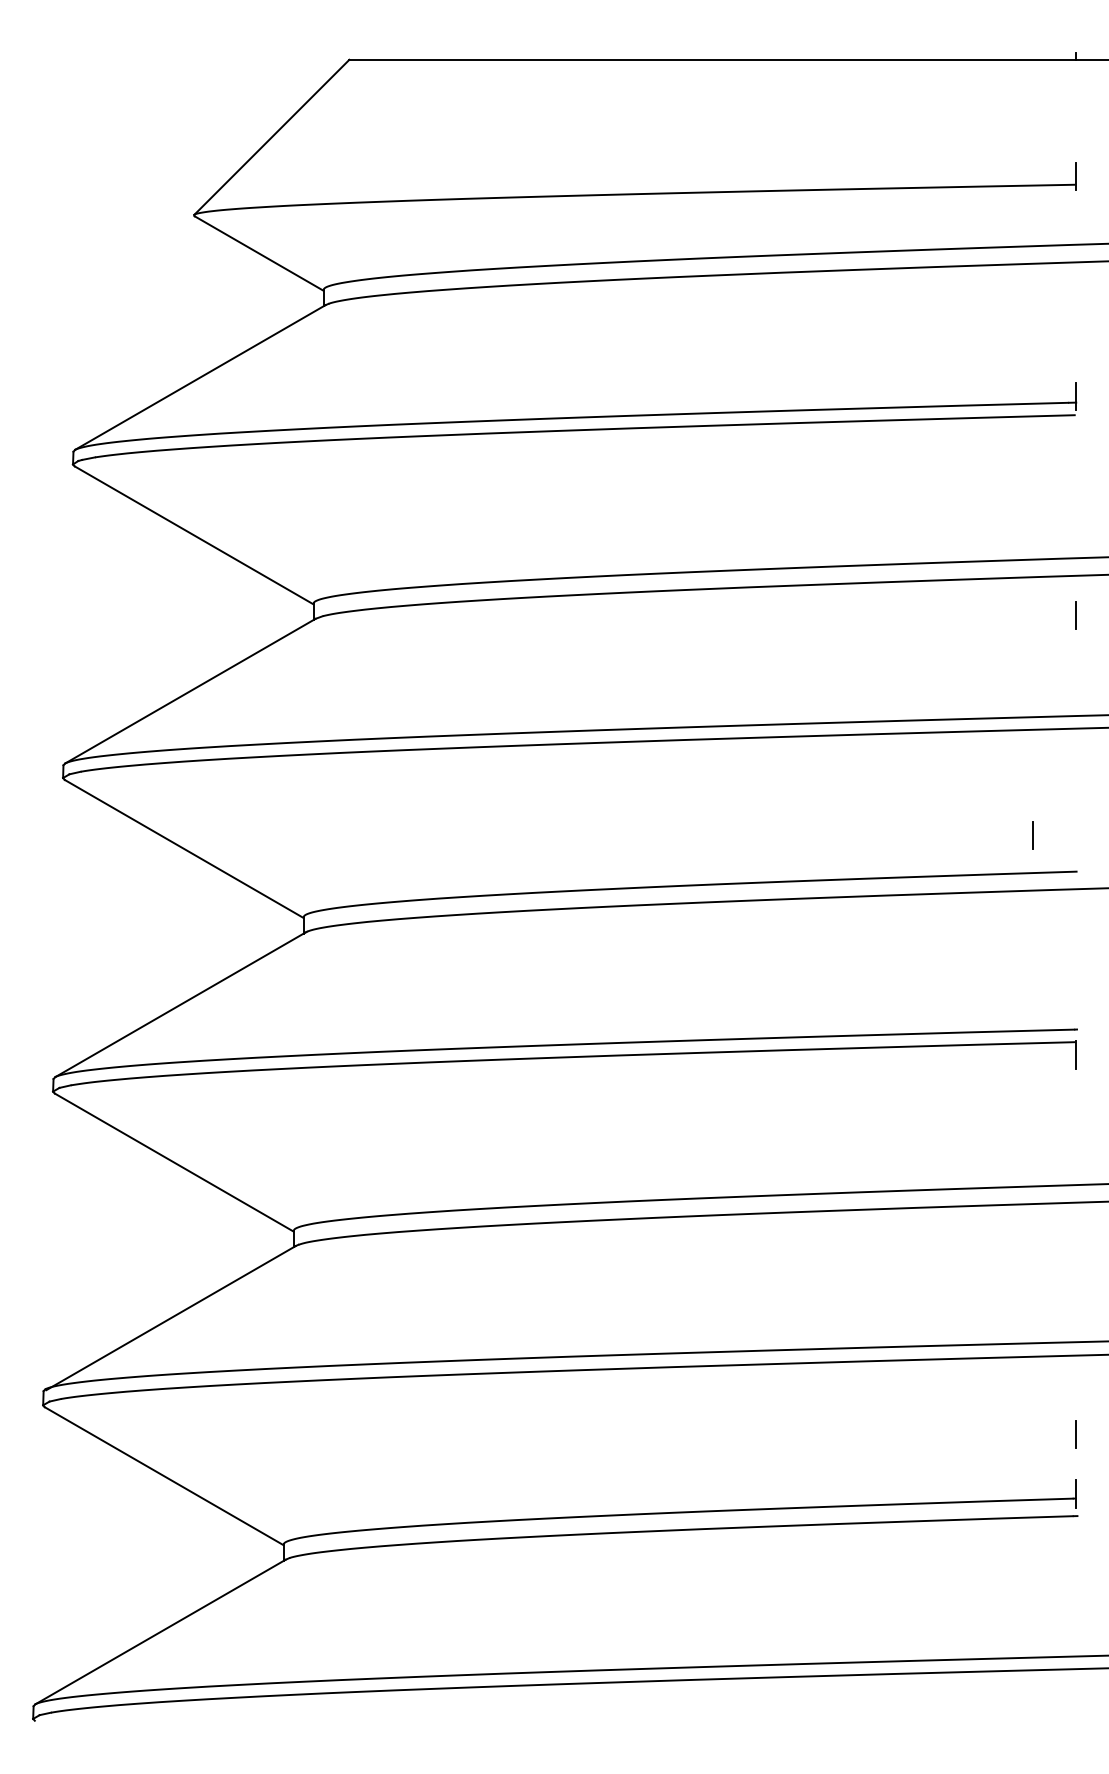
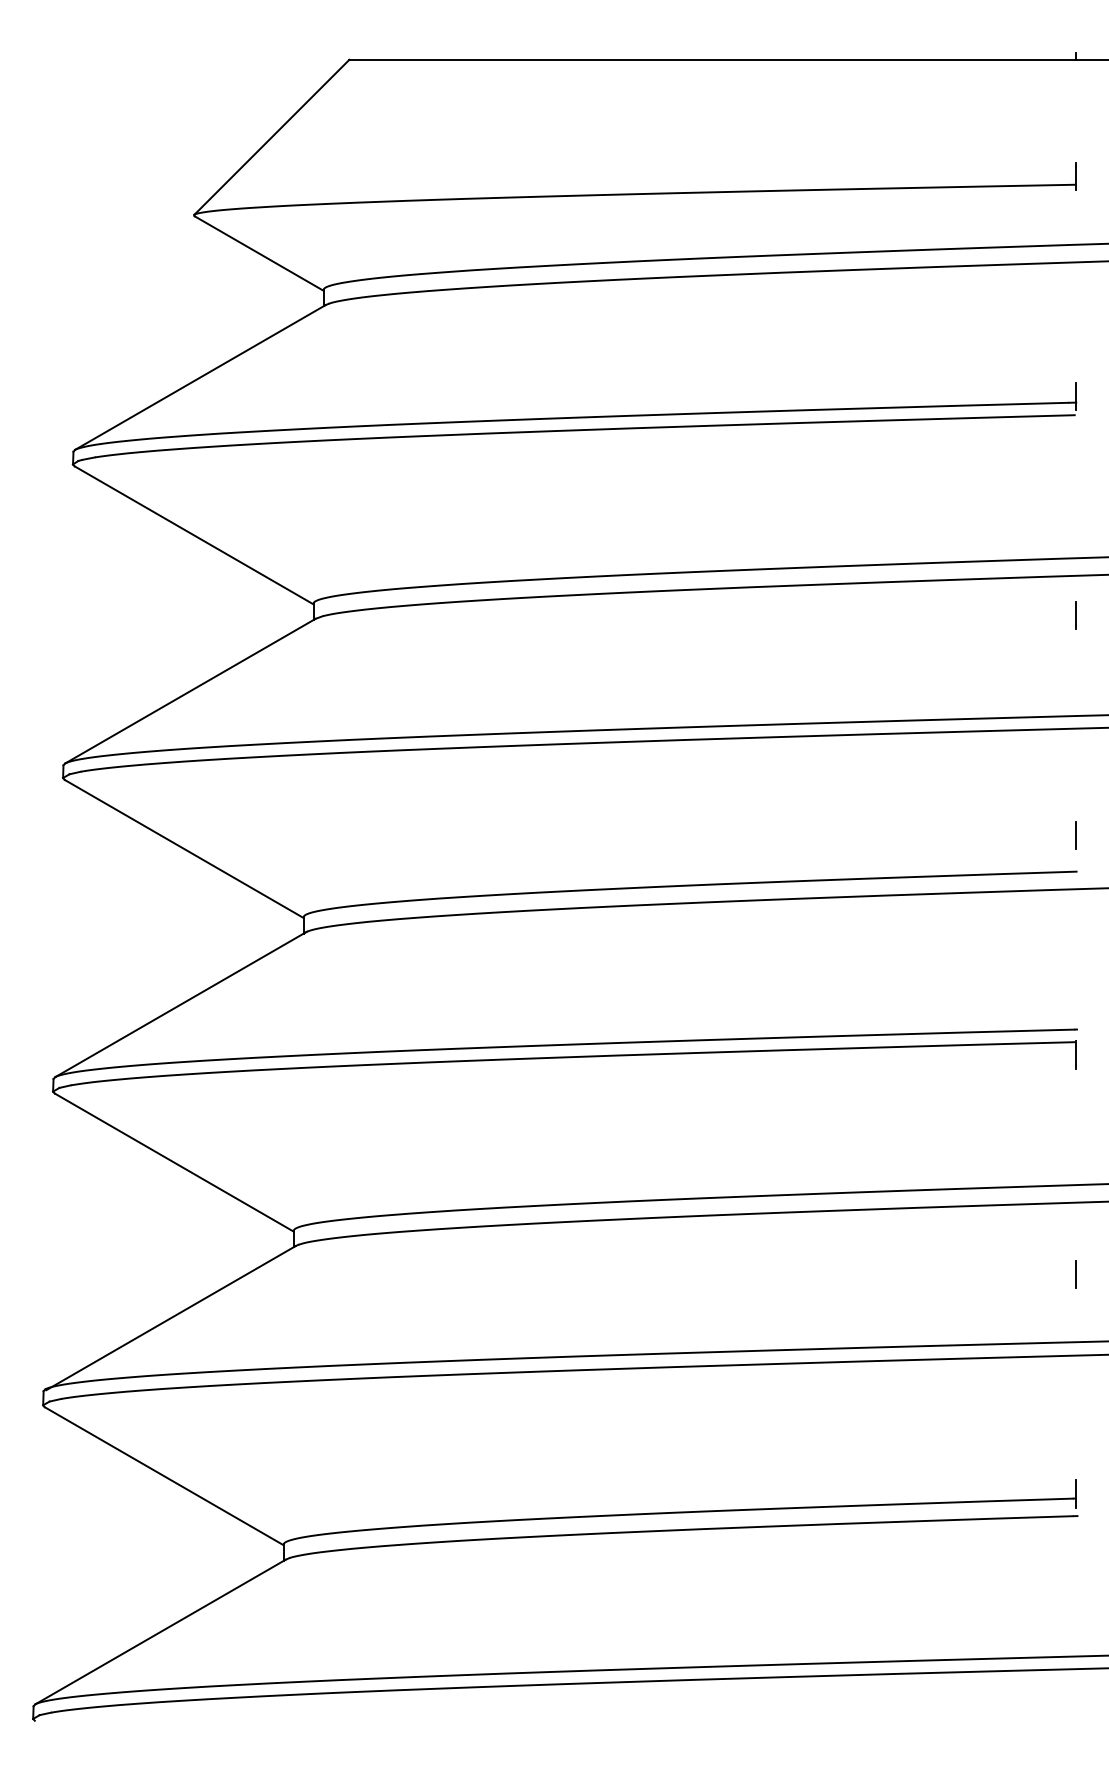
line at (1032, 835) position: (1032, 835) -> (1075, 835)
line at (1075, 1434) position: (1075, 1434) -> (1075, 1274)
